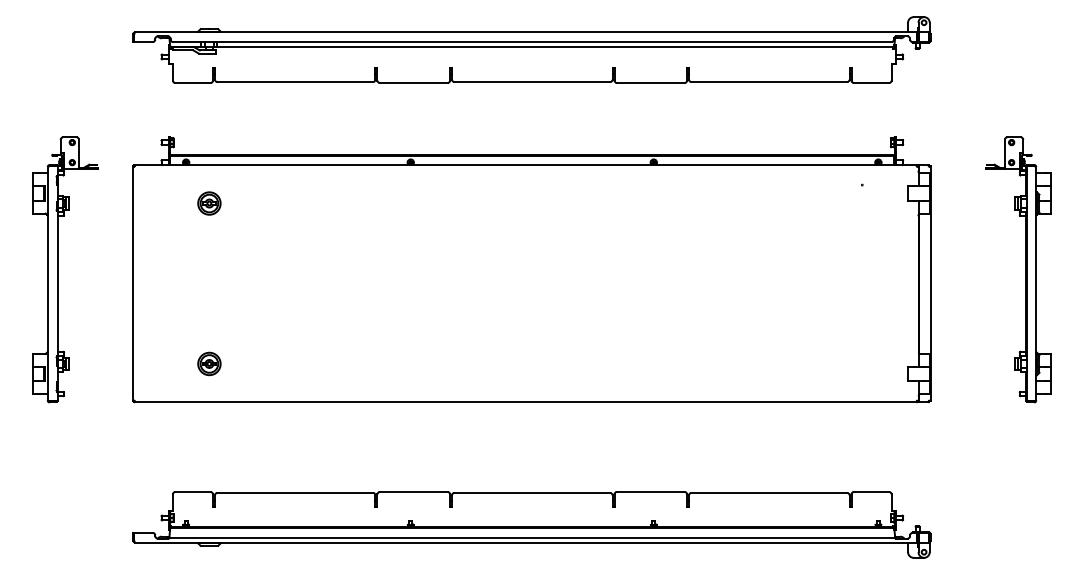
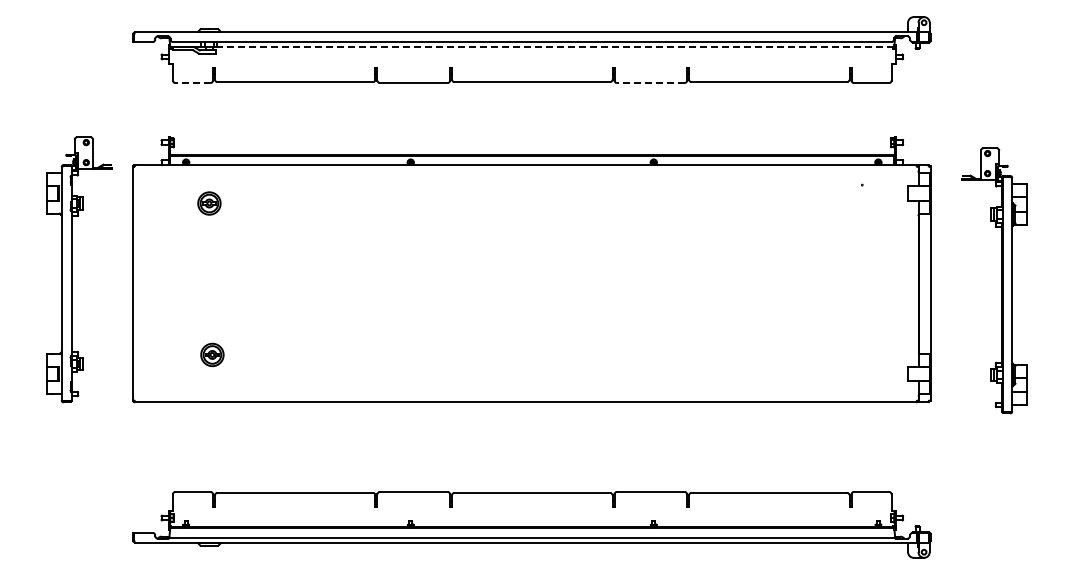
line at (555, 46): solid -> dashed
line at (192, 83): solid -> dashed
line at (650, 83): solid -> dashed
part at (58, 269) position: (58, 269) -> (72, 269)
part at (1025, 269) position: (1025, 269) -> (1001, 280)
part at (209, 363) position: (209, 363) -> (212, 354)
